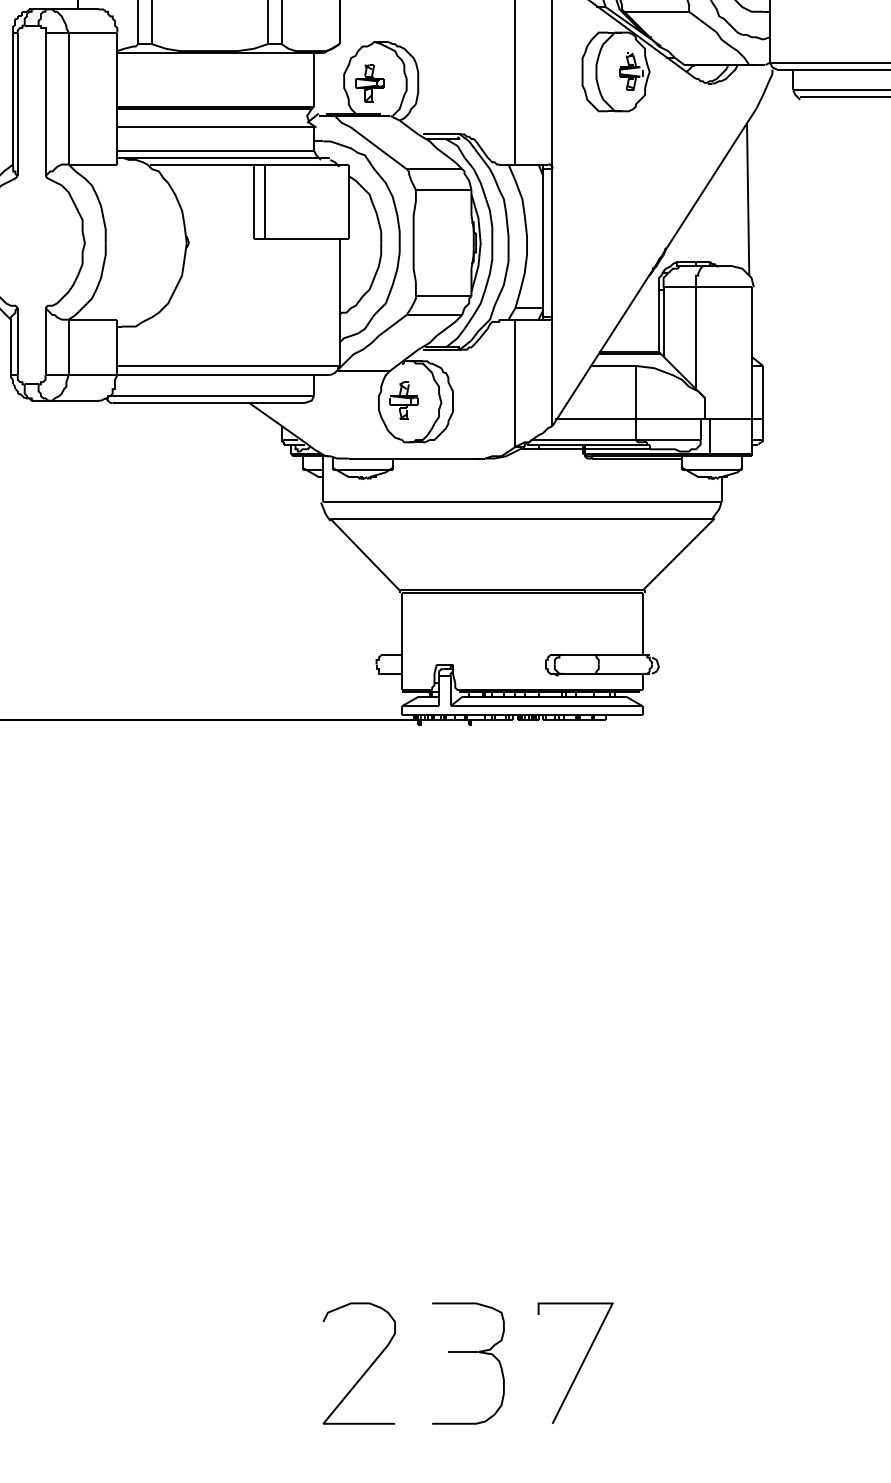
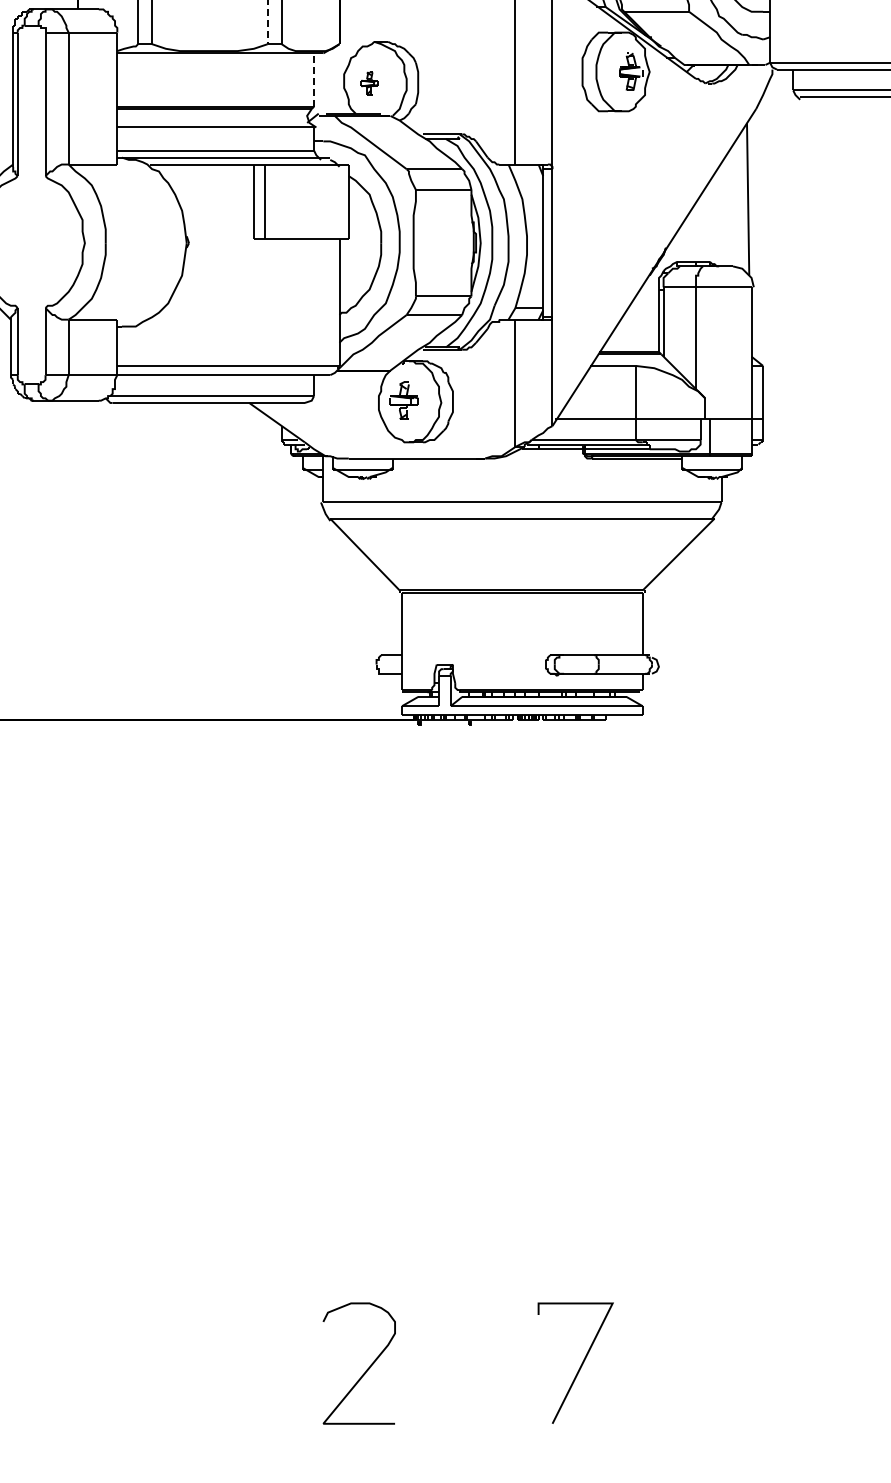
line at (267, 22): solid -> dashed
line at (314, 80): solid -> dashed
part at (369, 83) size: 30x39 px -> 19x25 px
part at (468, 1352): present -> none
